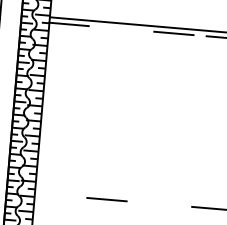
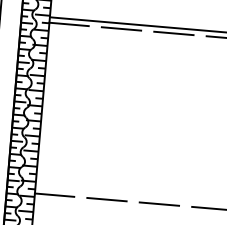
line at (121, 28): none -> present
line at (54, 194): none -> present
line at (158, 203): none -> present
